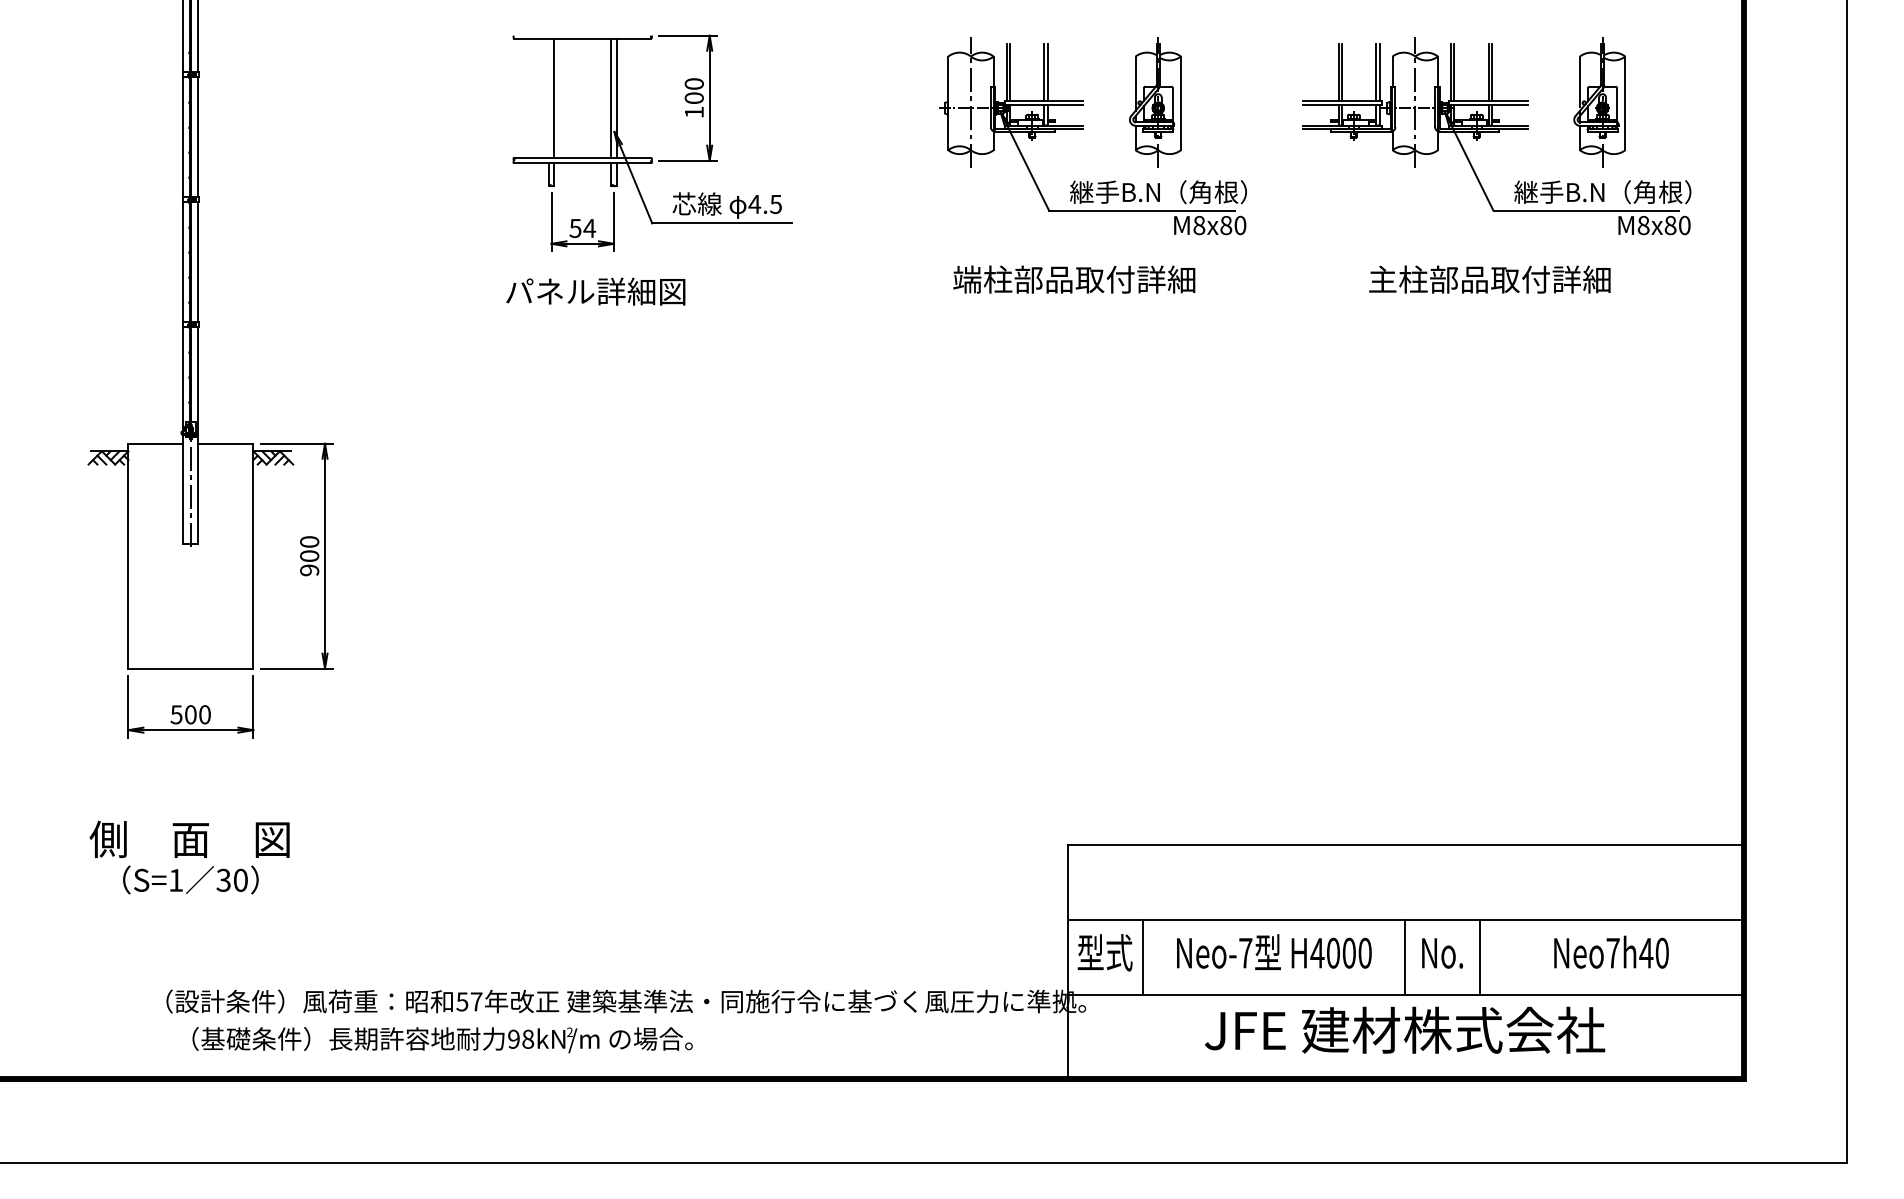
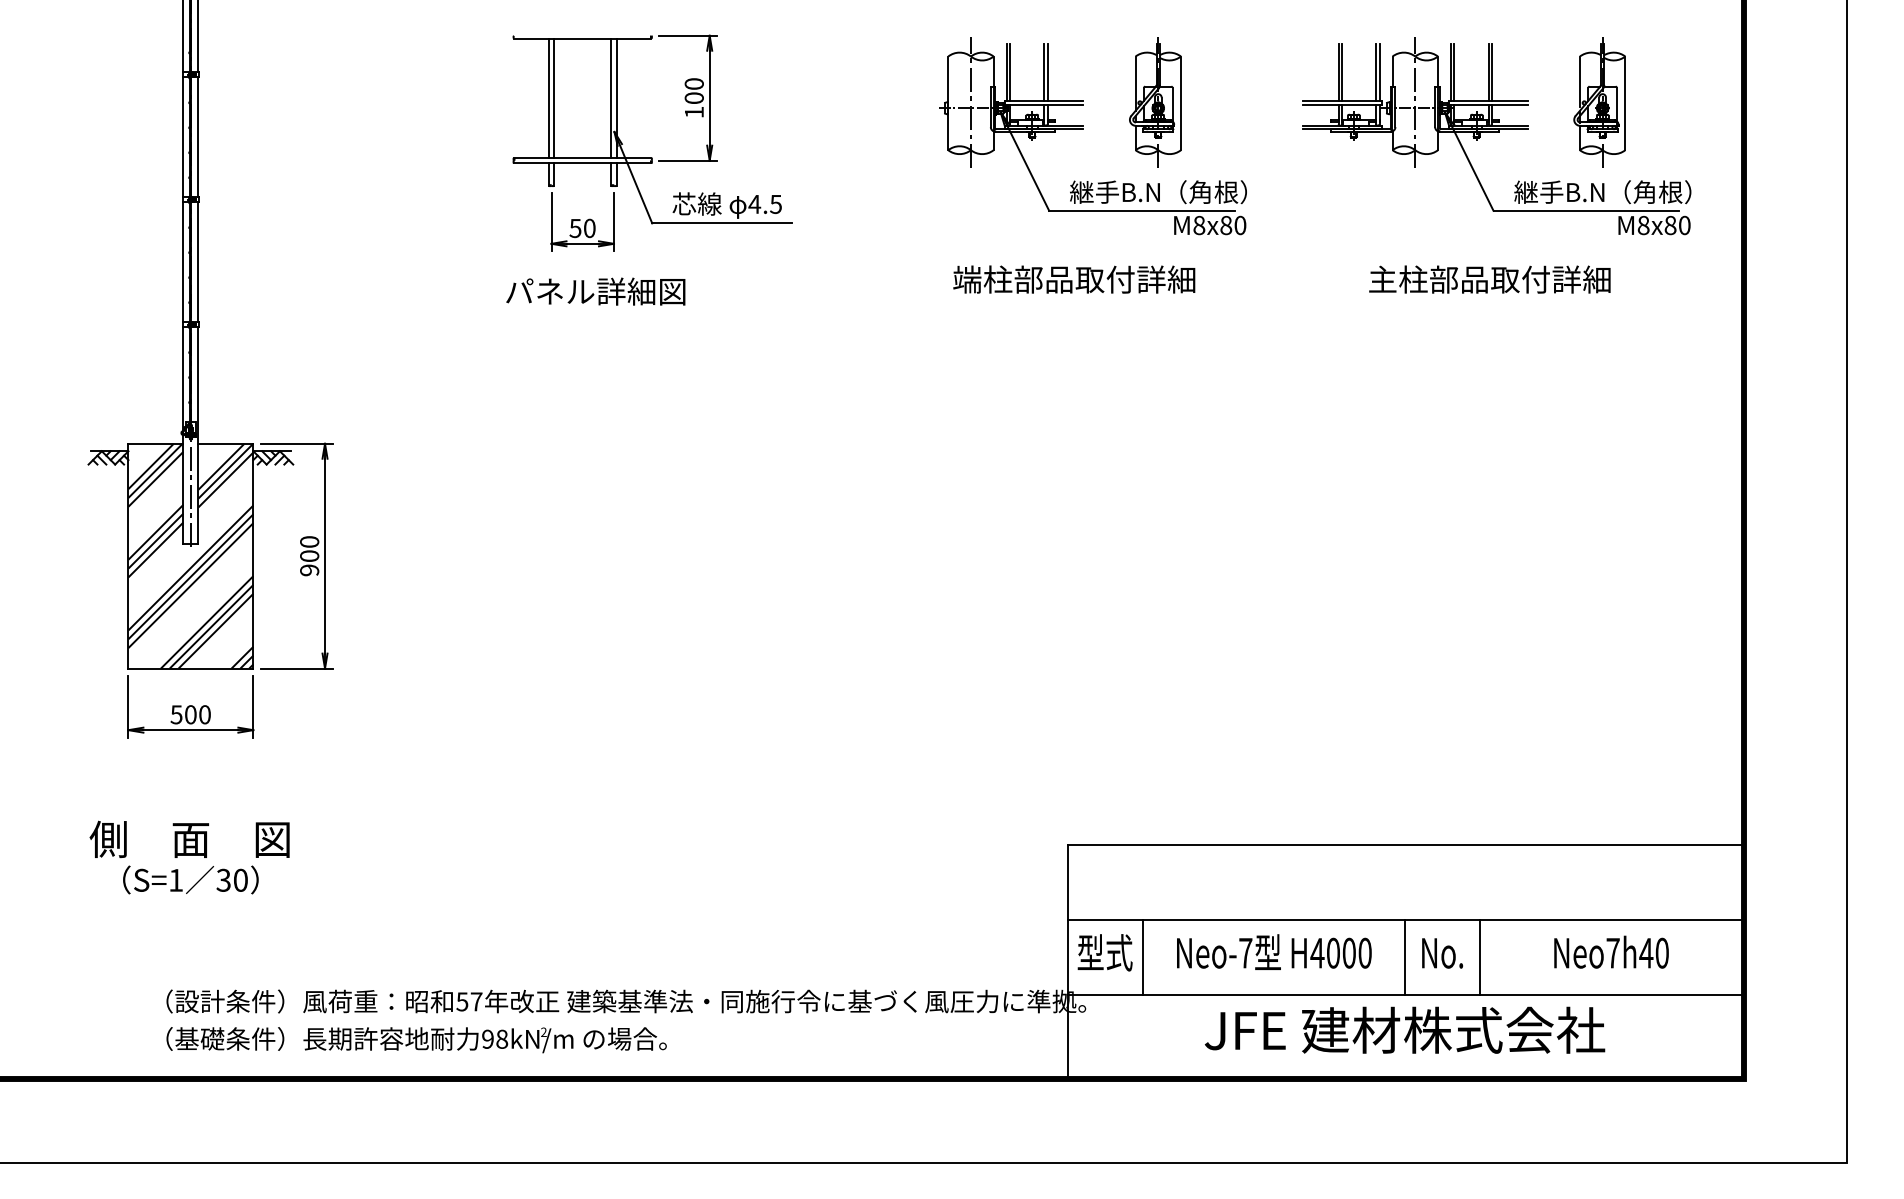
line at (548, 97): none -> present
text at (589, 228): 54 -> 50
hatch at (190, 555): none -> present
text at (442, 1040) position: (442, 1040) -> (416, 1040)
